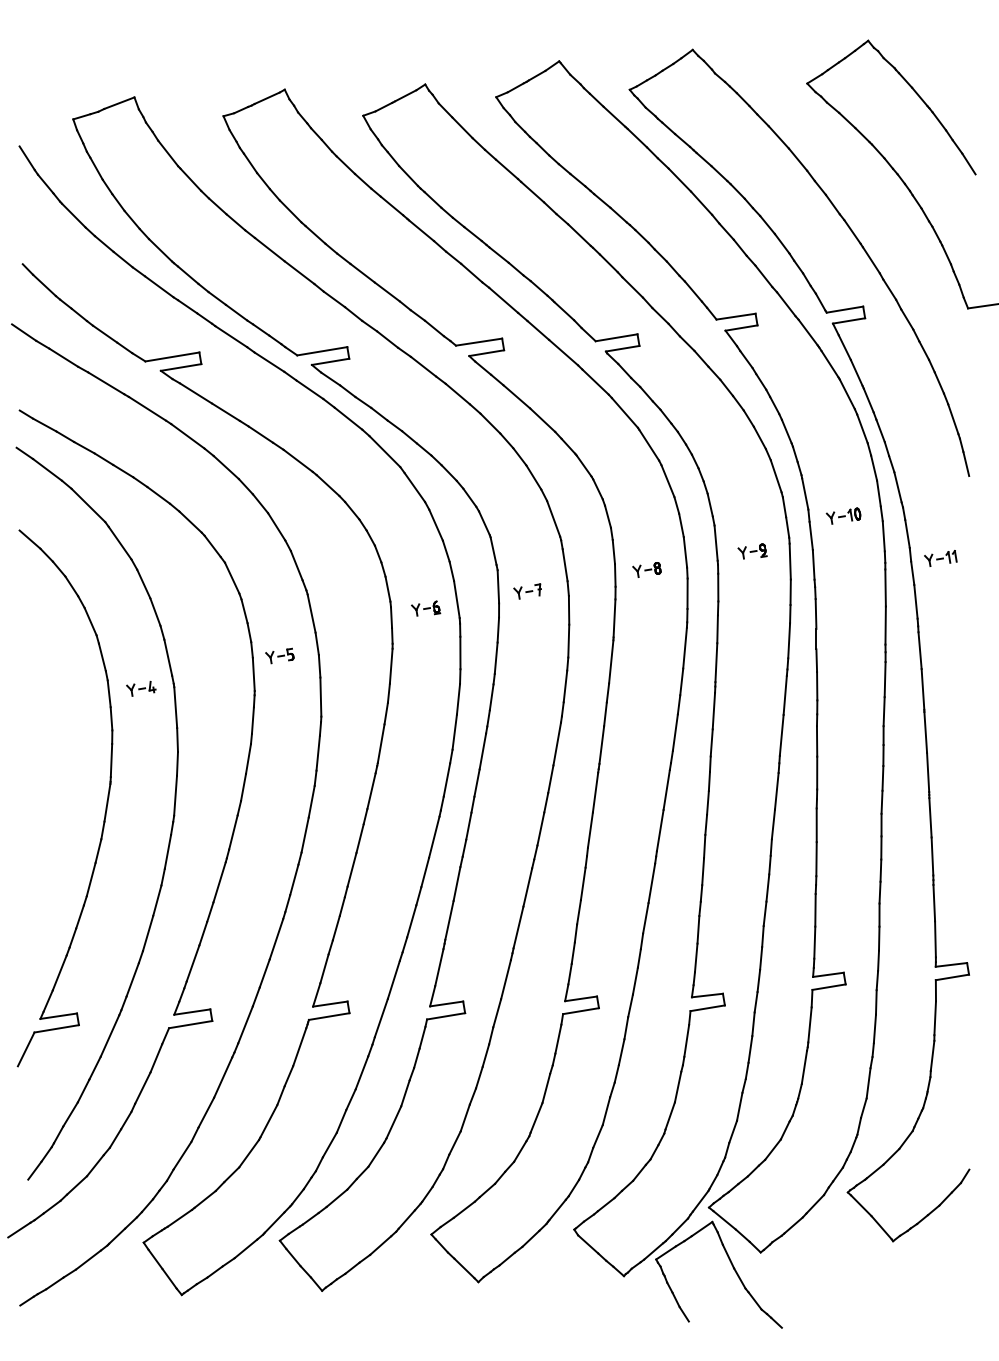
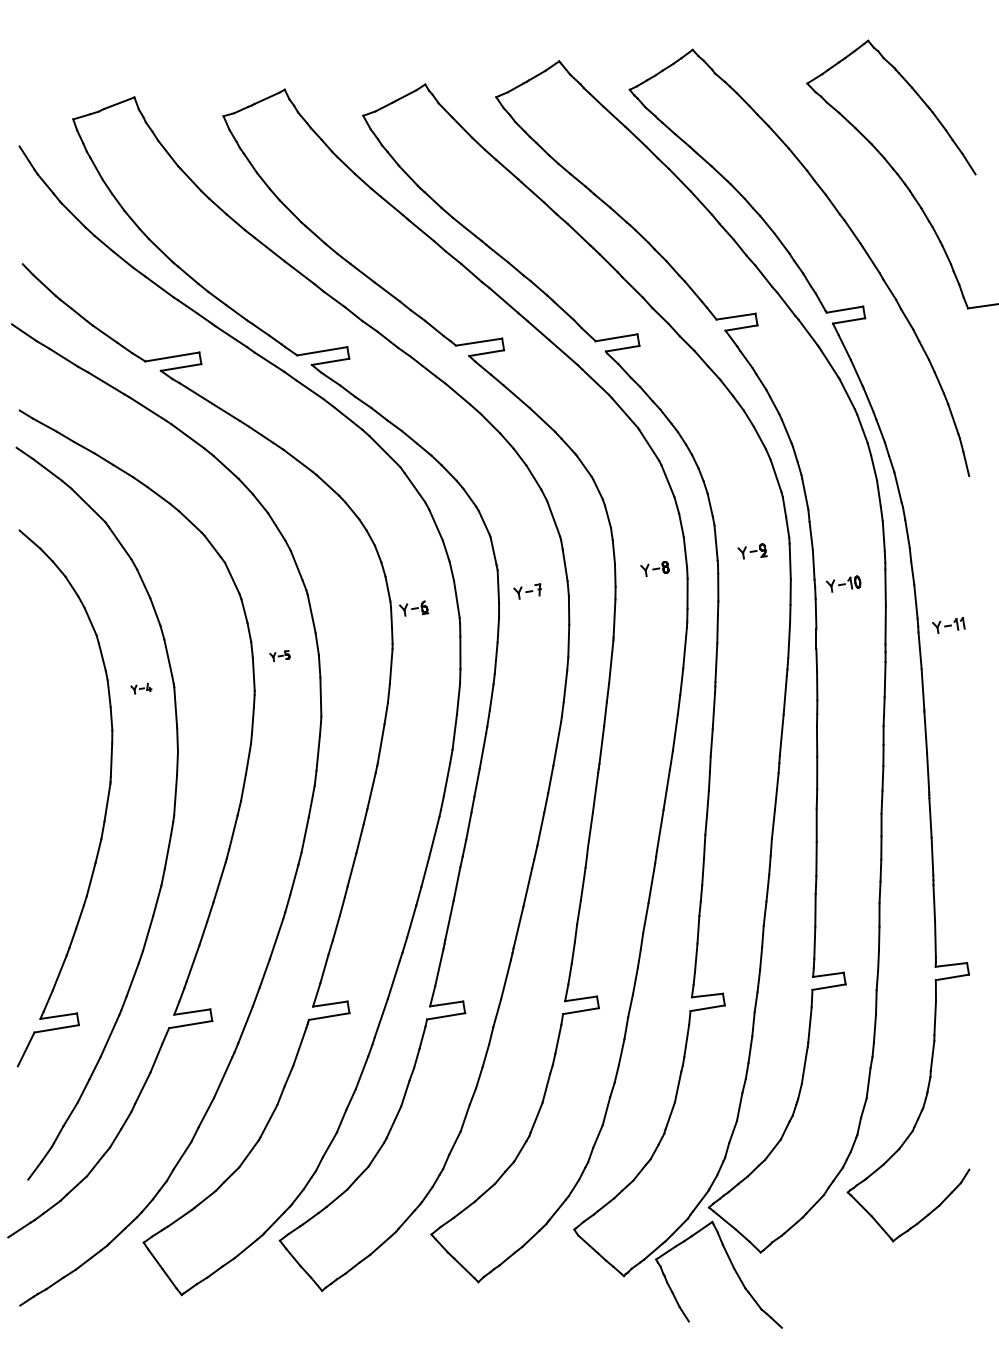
part at (843, 515) position: (843, 515) -> (843, 583)
part at (940, 558) position: (940, 558) -> (948, 625)
part at (646, 569) position: (646, 569) -> (654, 568)
part at (426, 608) position: (426, 608) -> (414, 608)
part at (279, 655) size: 30x18 px -> 22x12 px
part at (141, 688) size: 31x17 px -> 23x13 px
